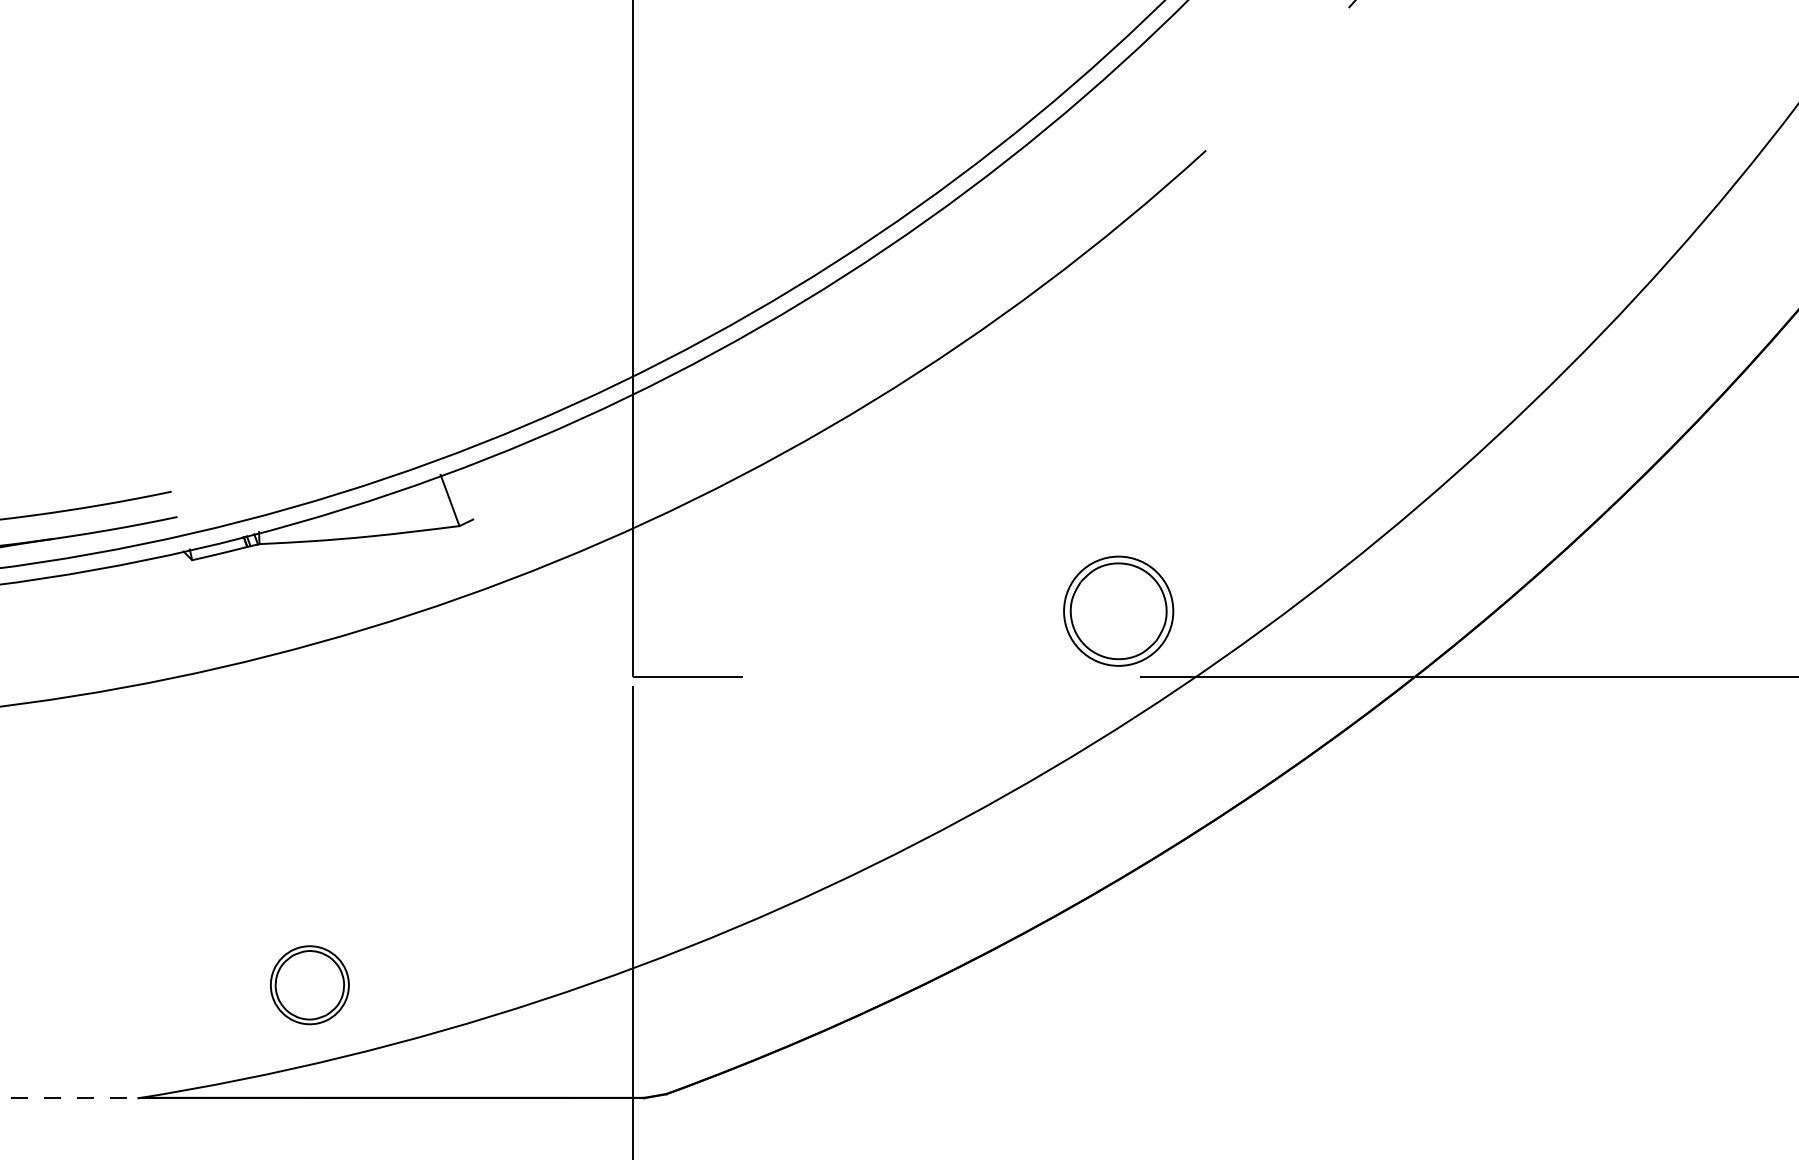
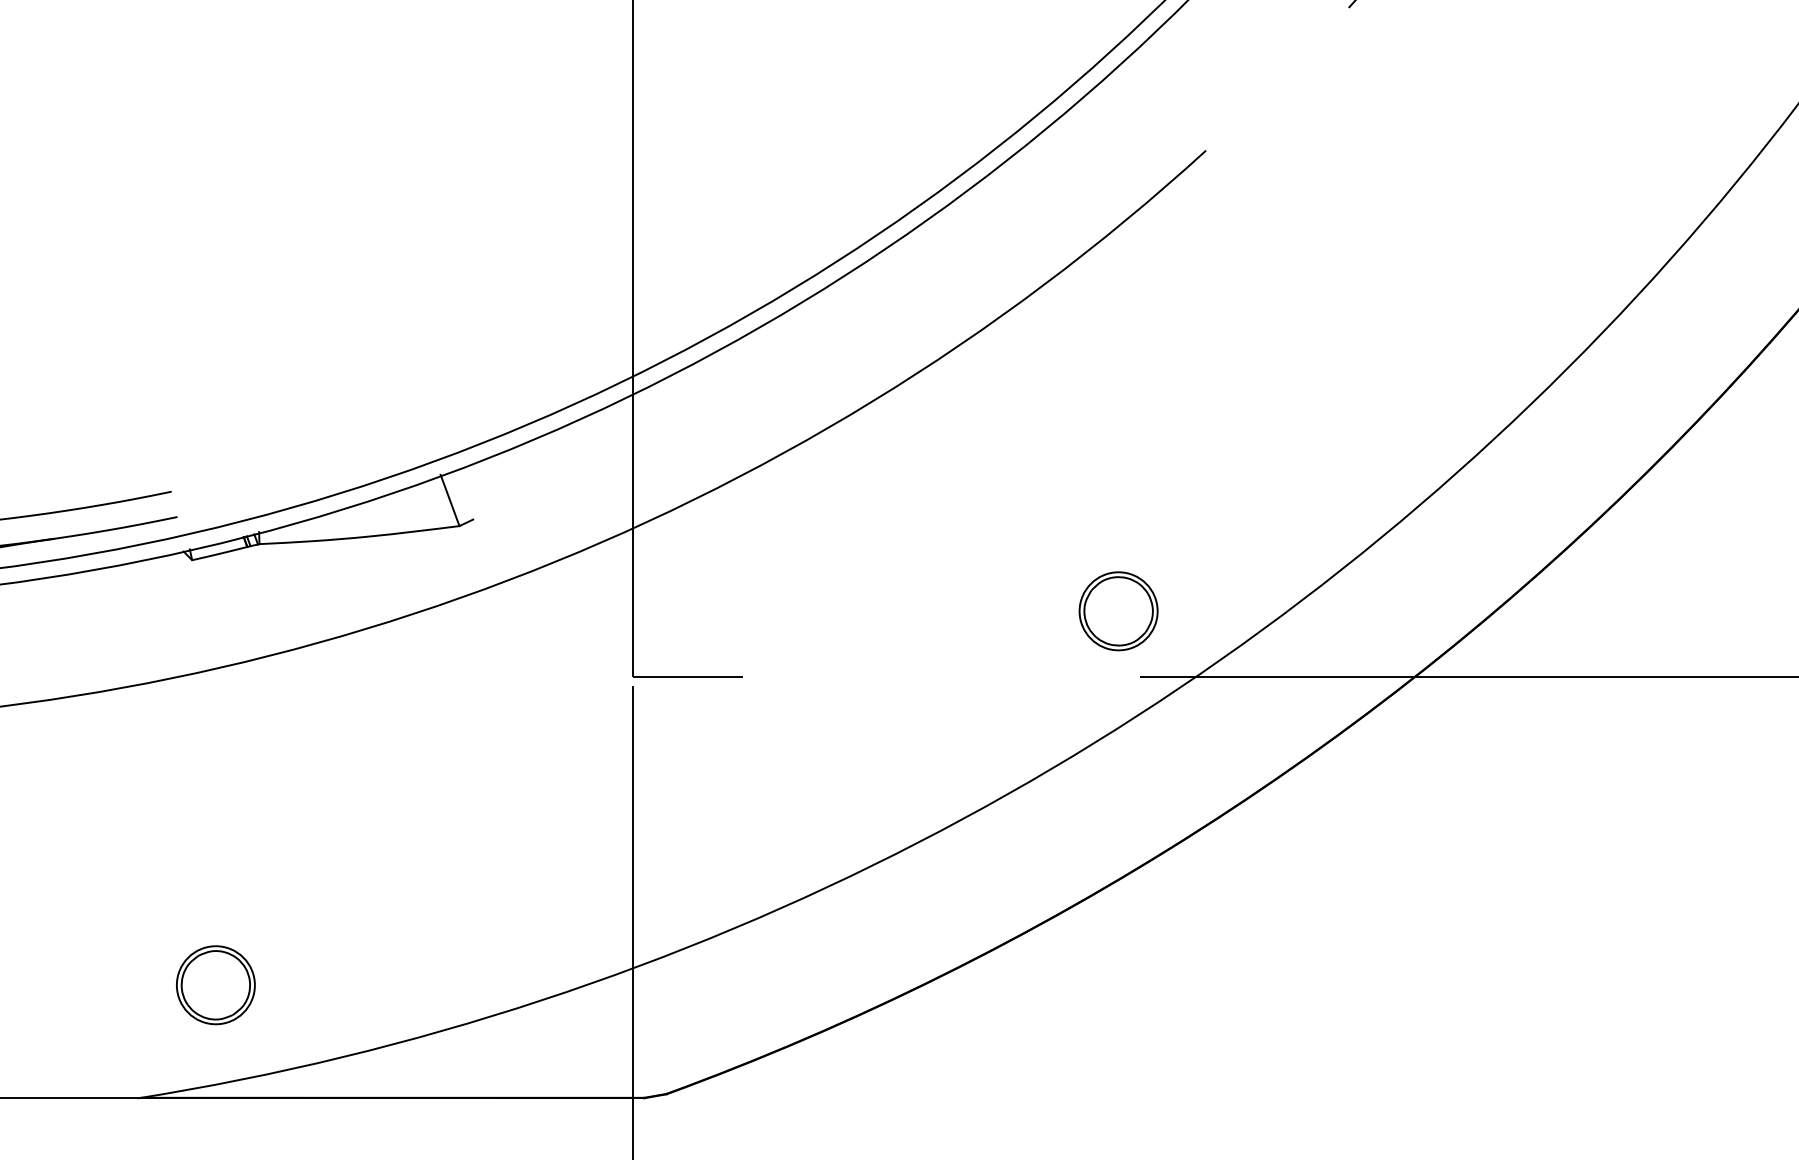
part at (1118, 610) size: 112x112 px -> 81x81 px
part at (309, 985) position: (309, 985) -> (215, 985)
line at (69, 1098): dashed -> solid
